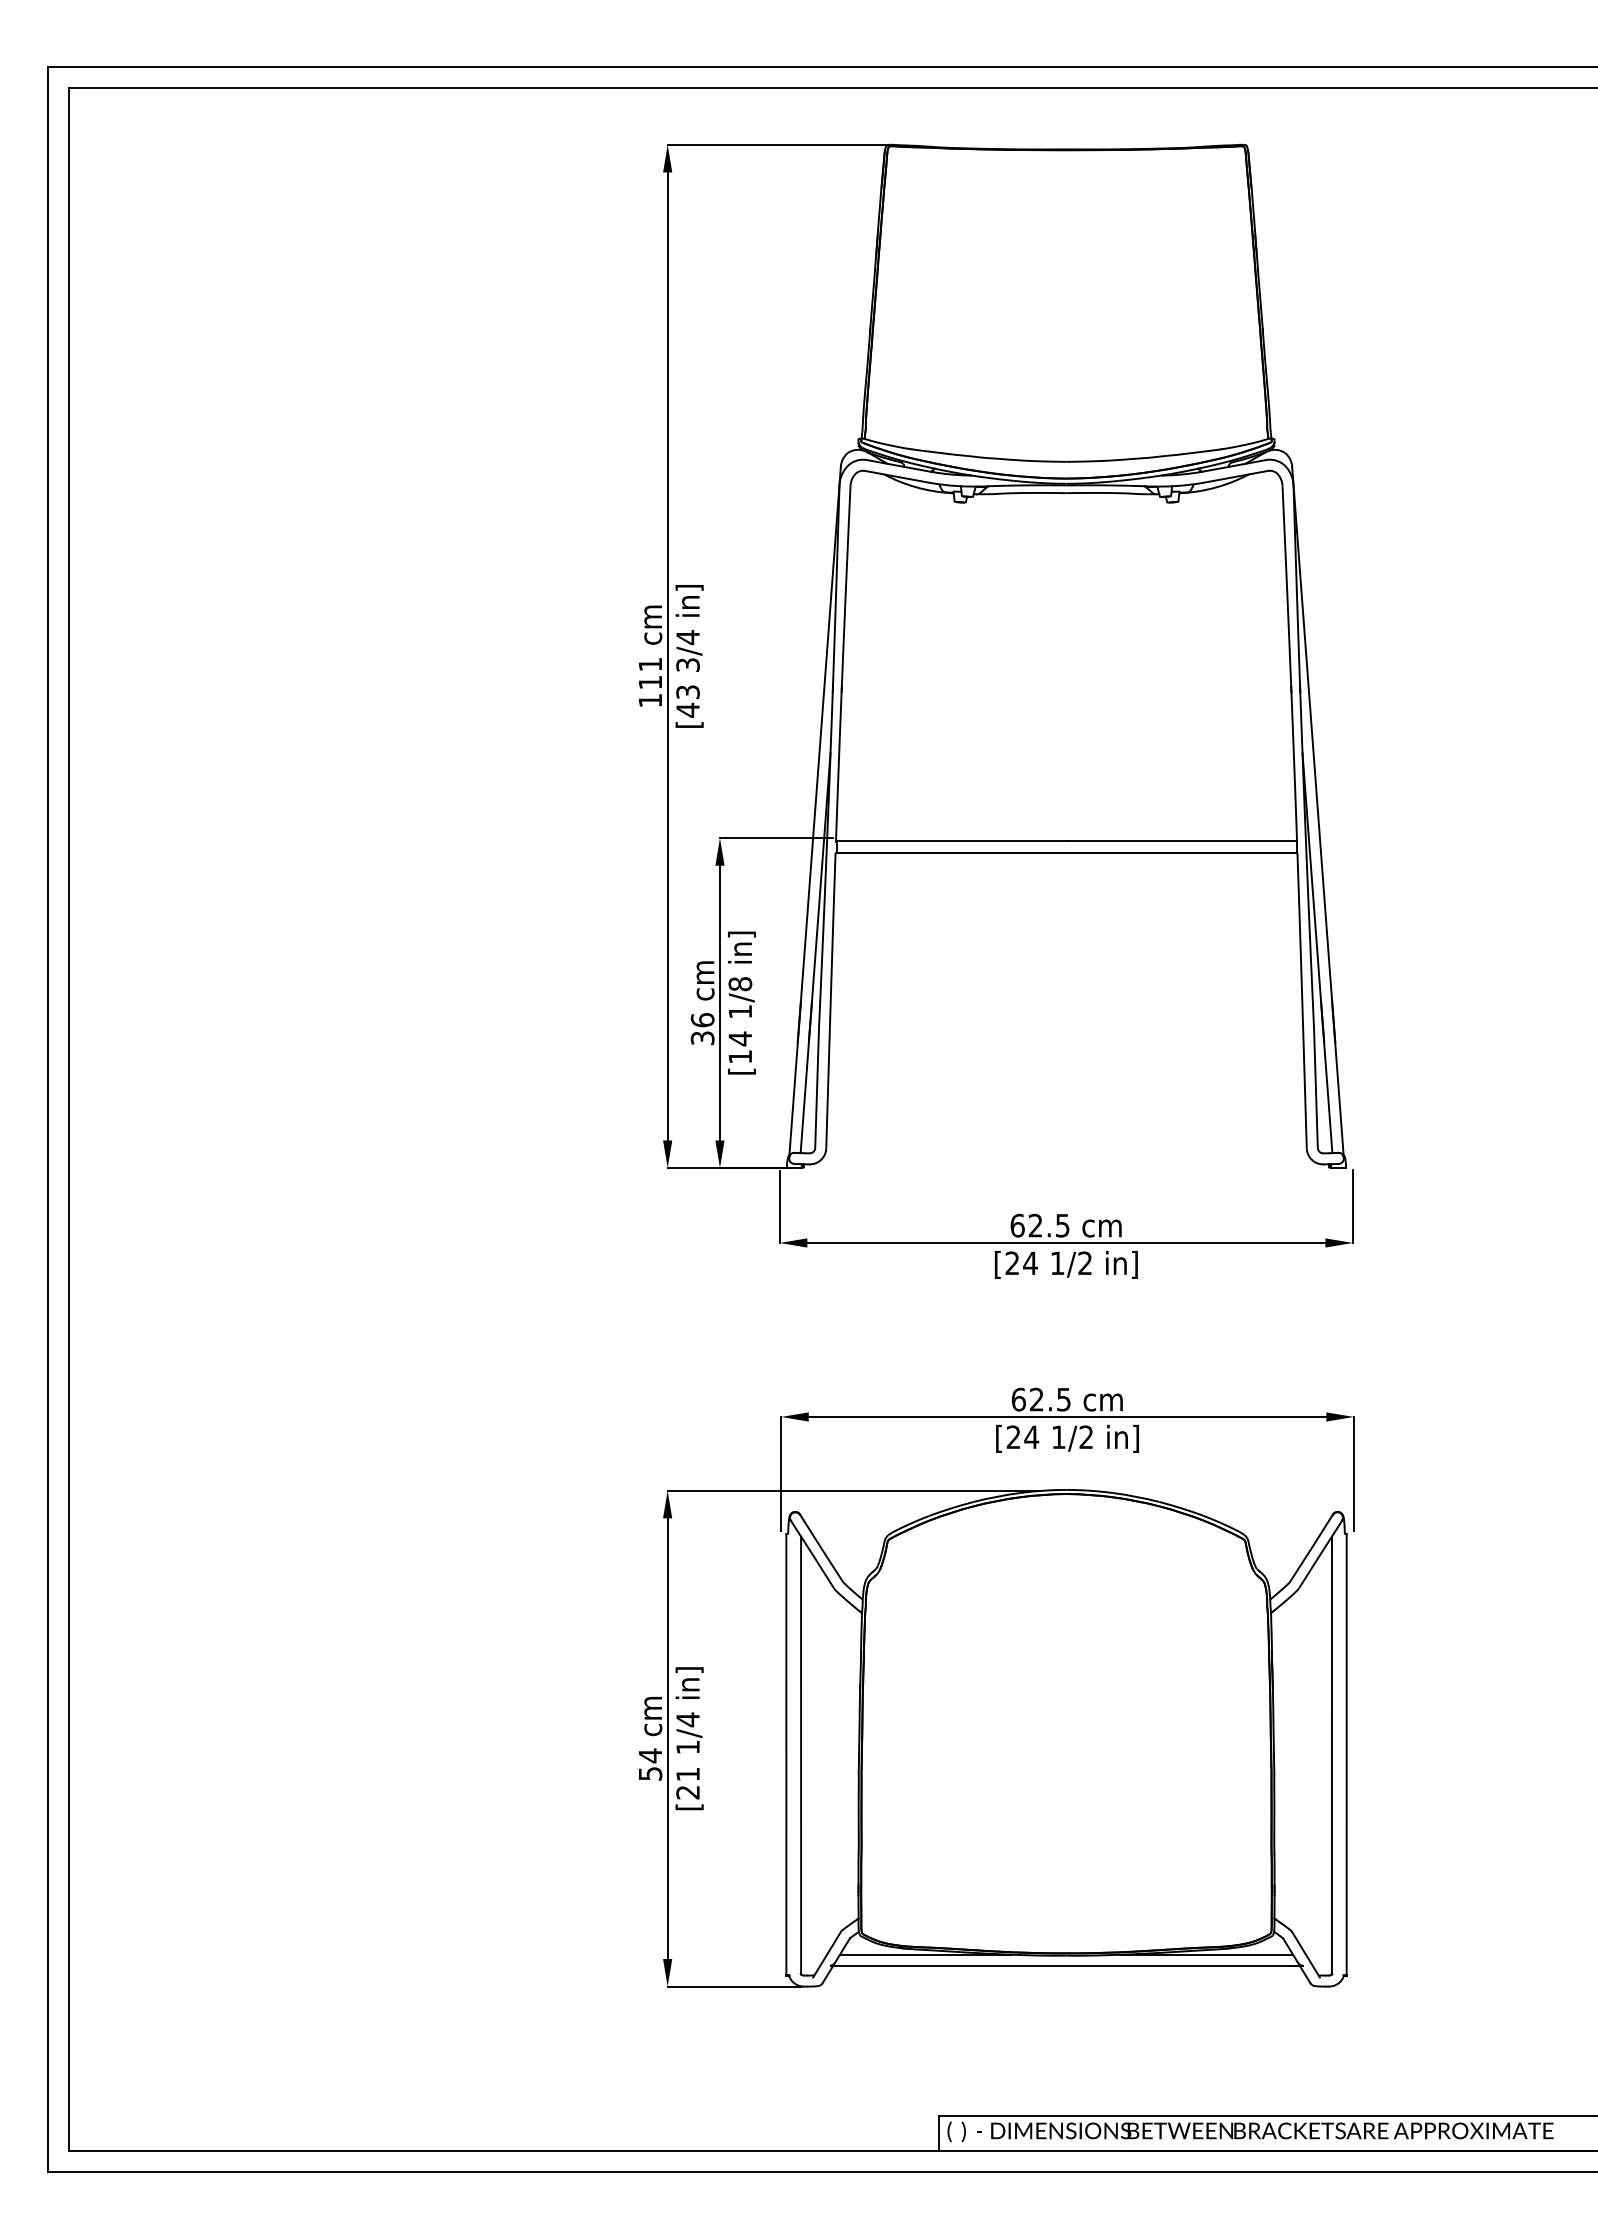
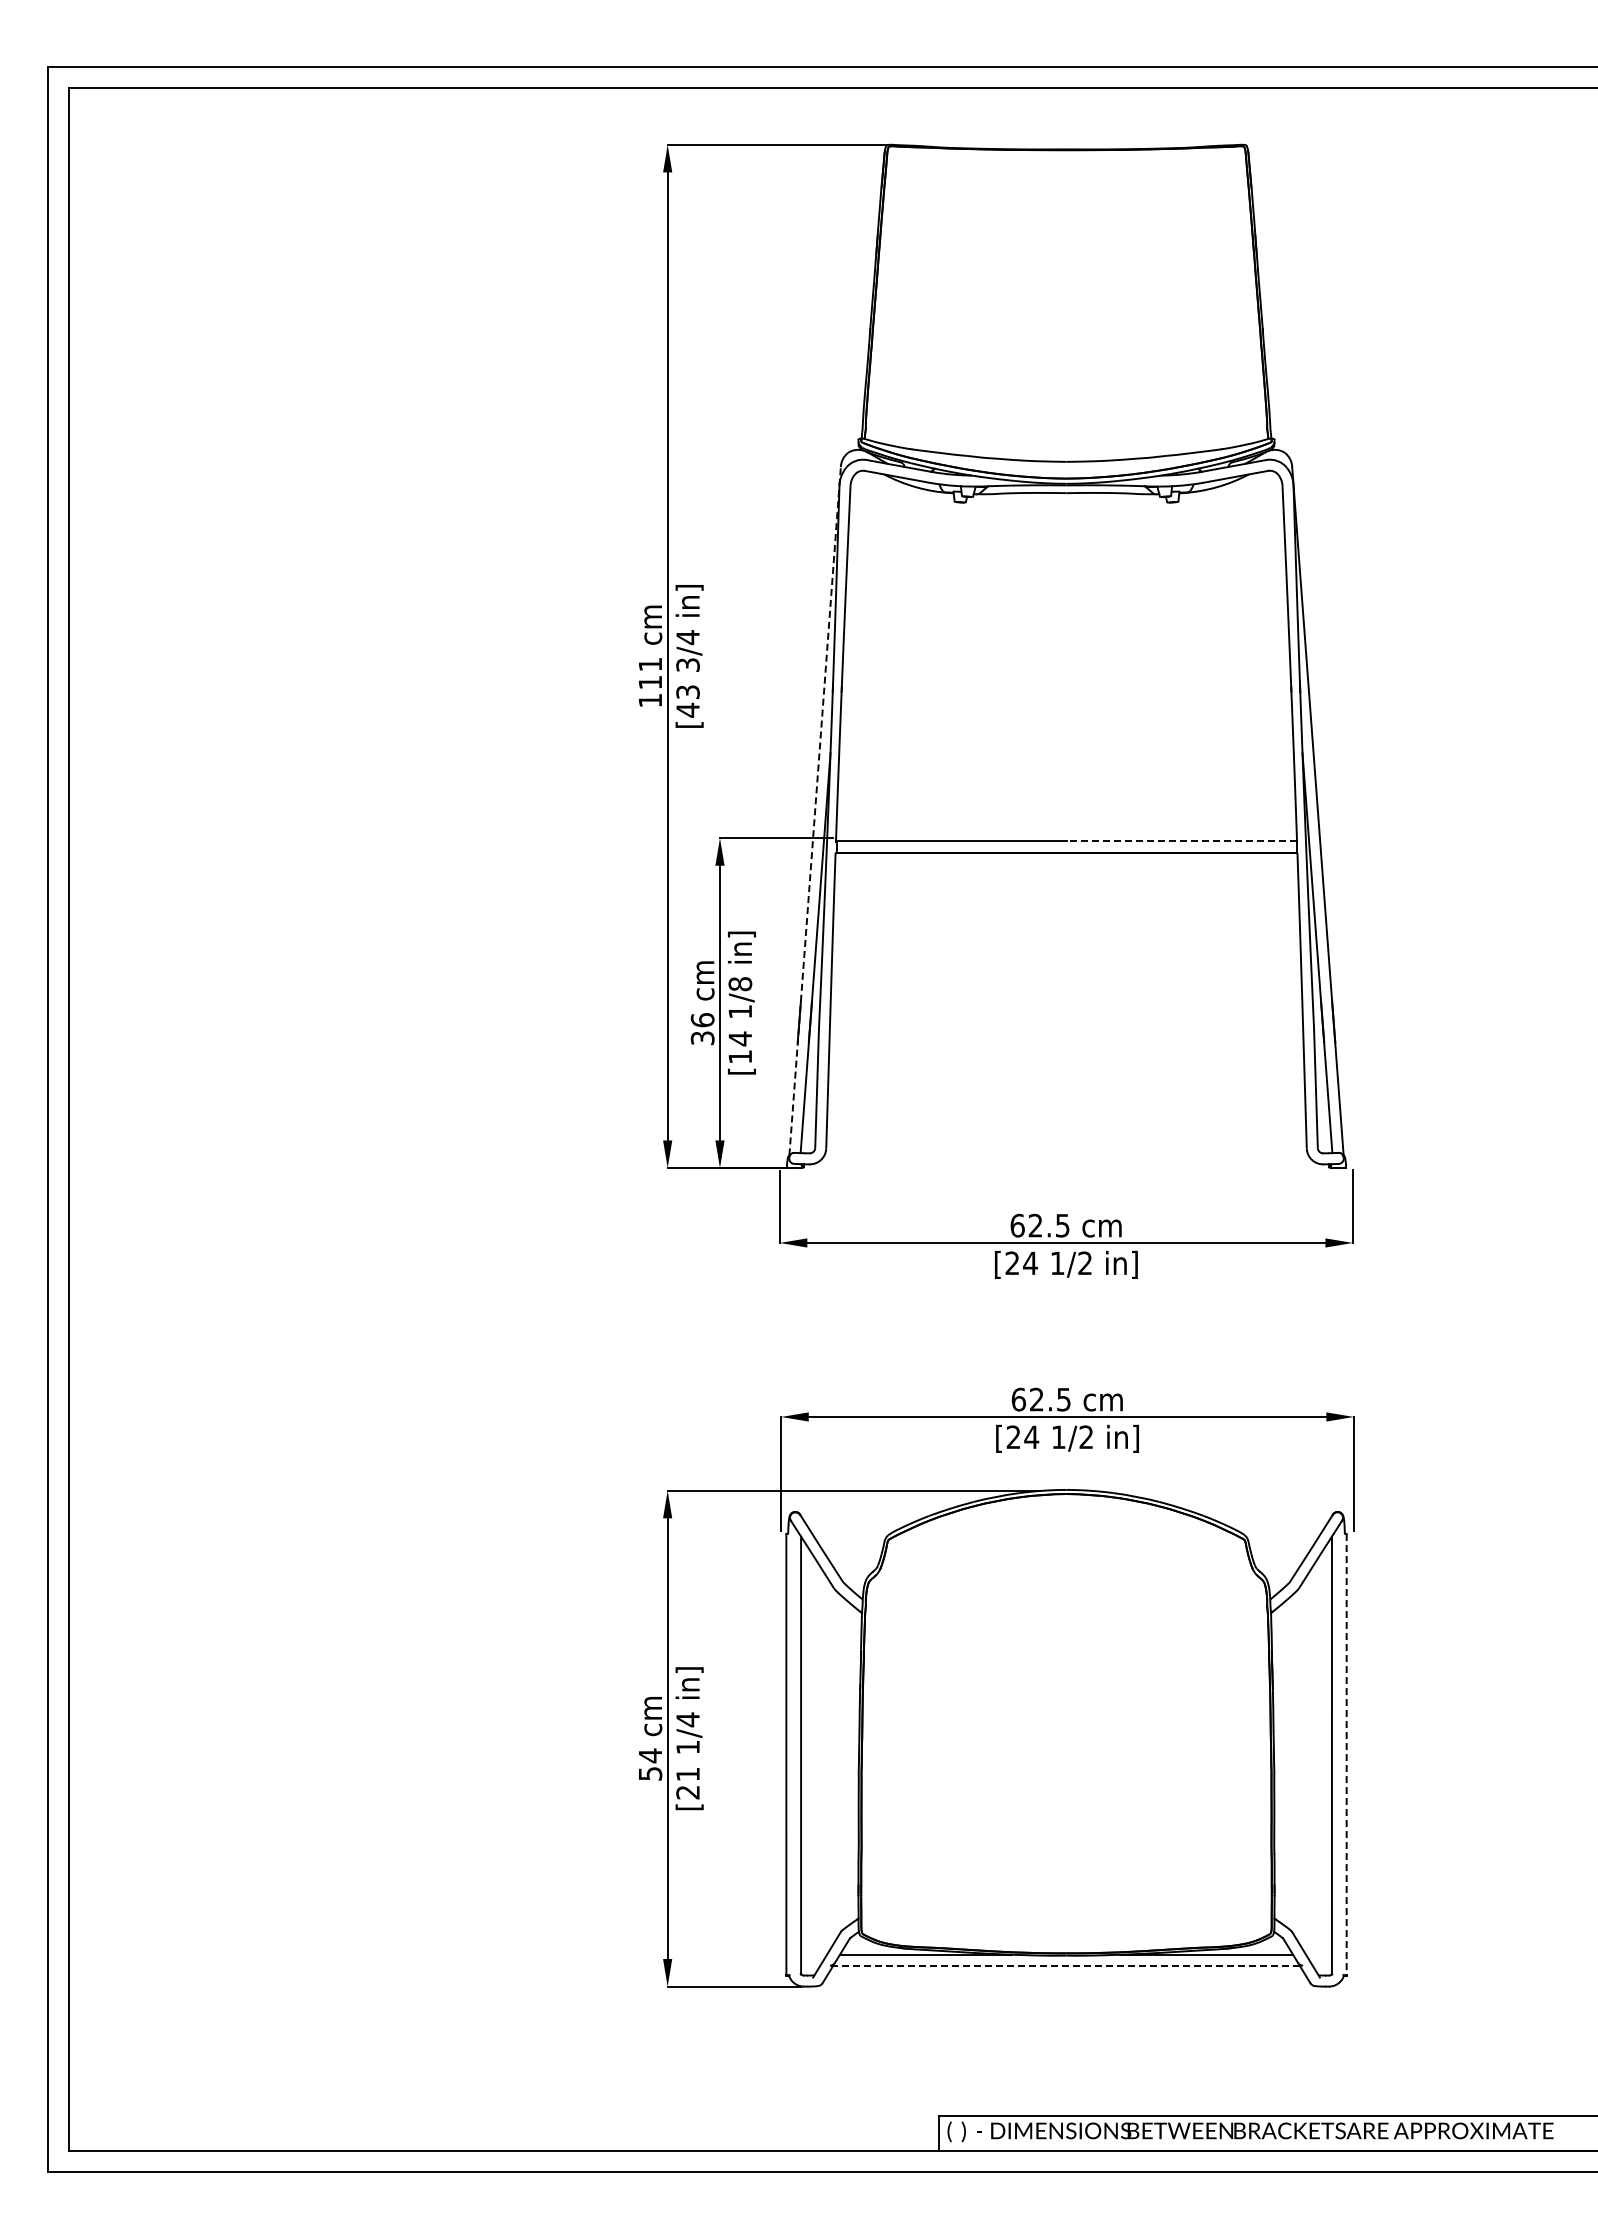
line at (815, 810): solid -> dashed
line at (1181, 841): solid -> dashed
line at (1346, 1754): solid -> dashed
line at (1066, 1965): solid -> dashed
